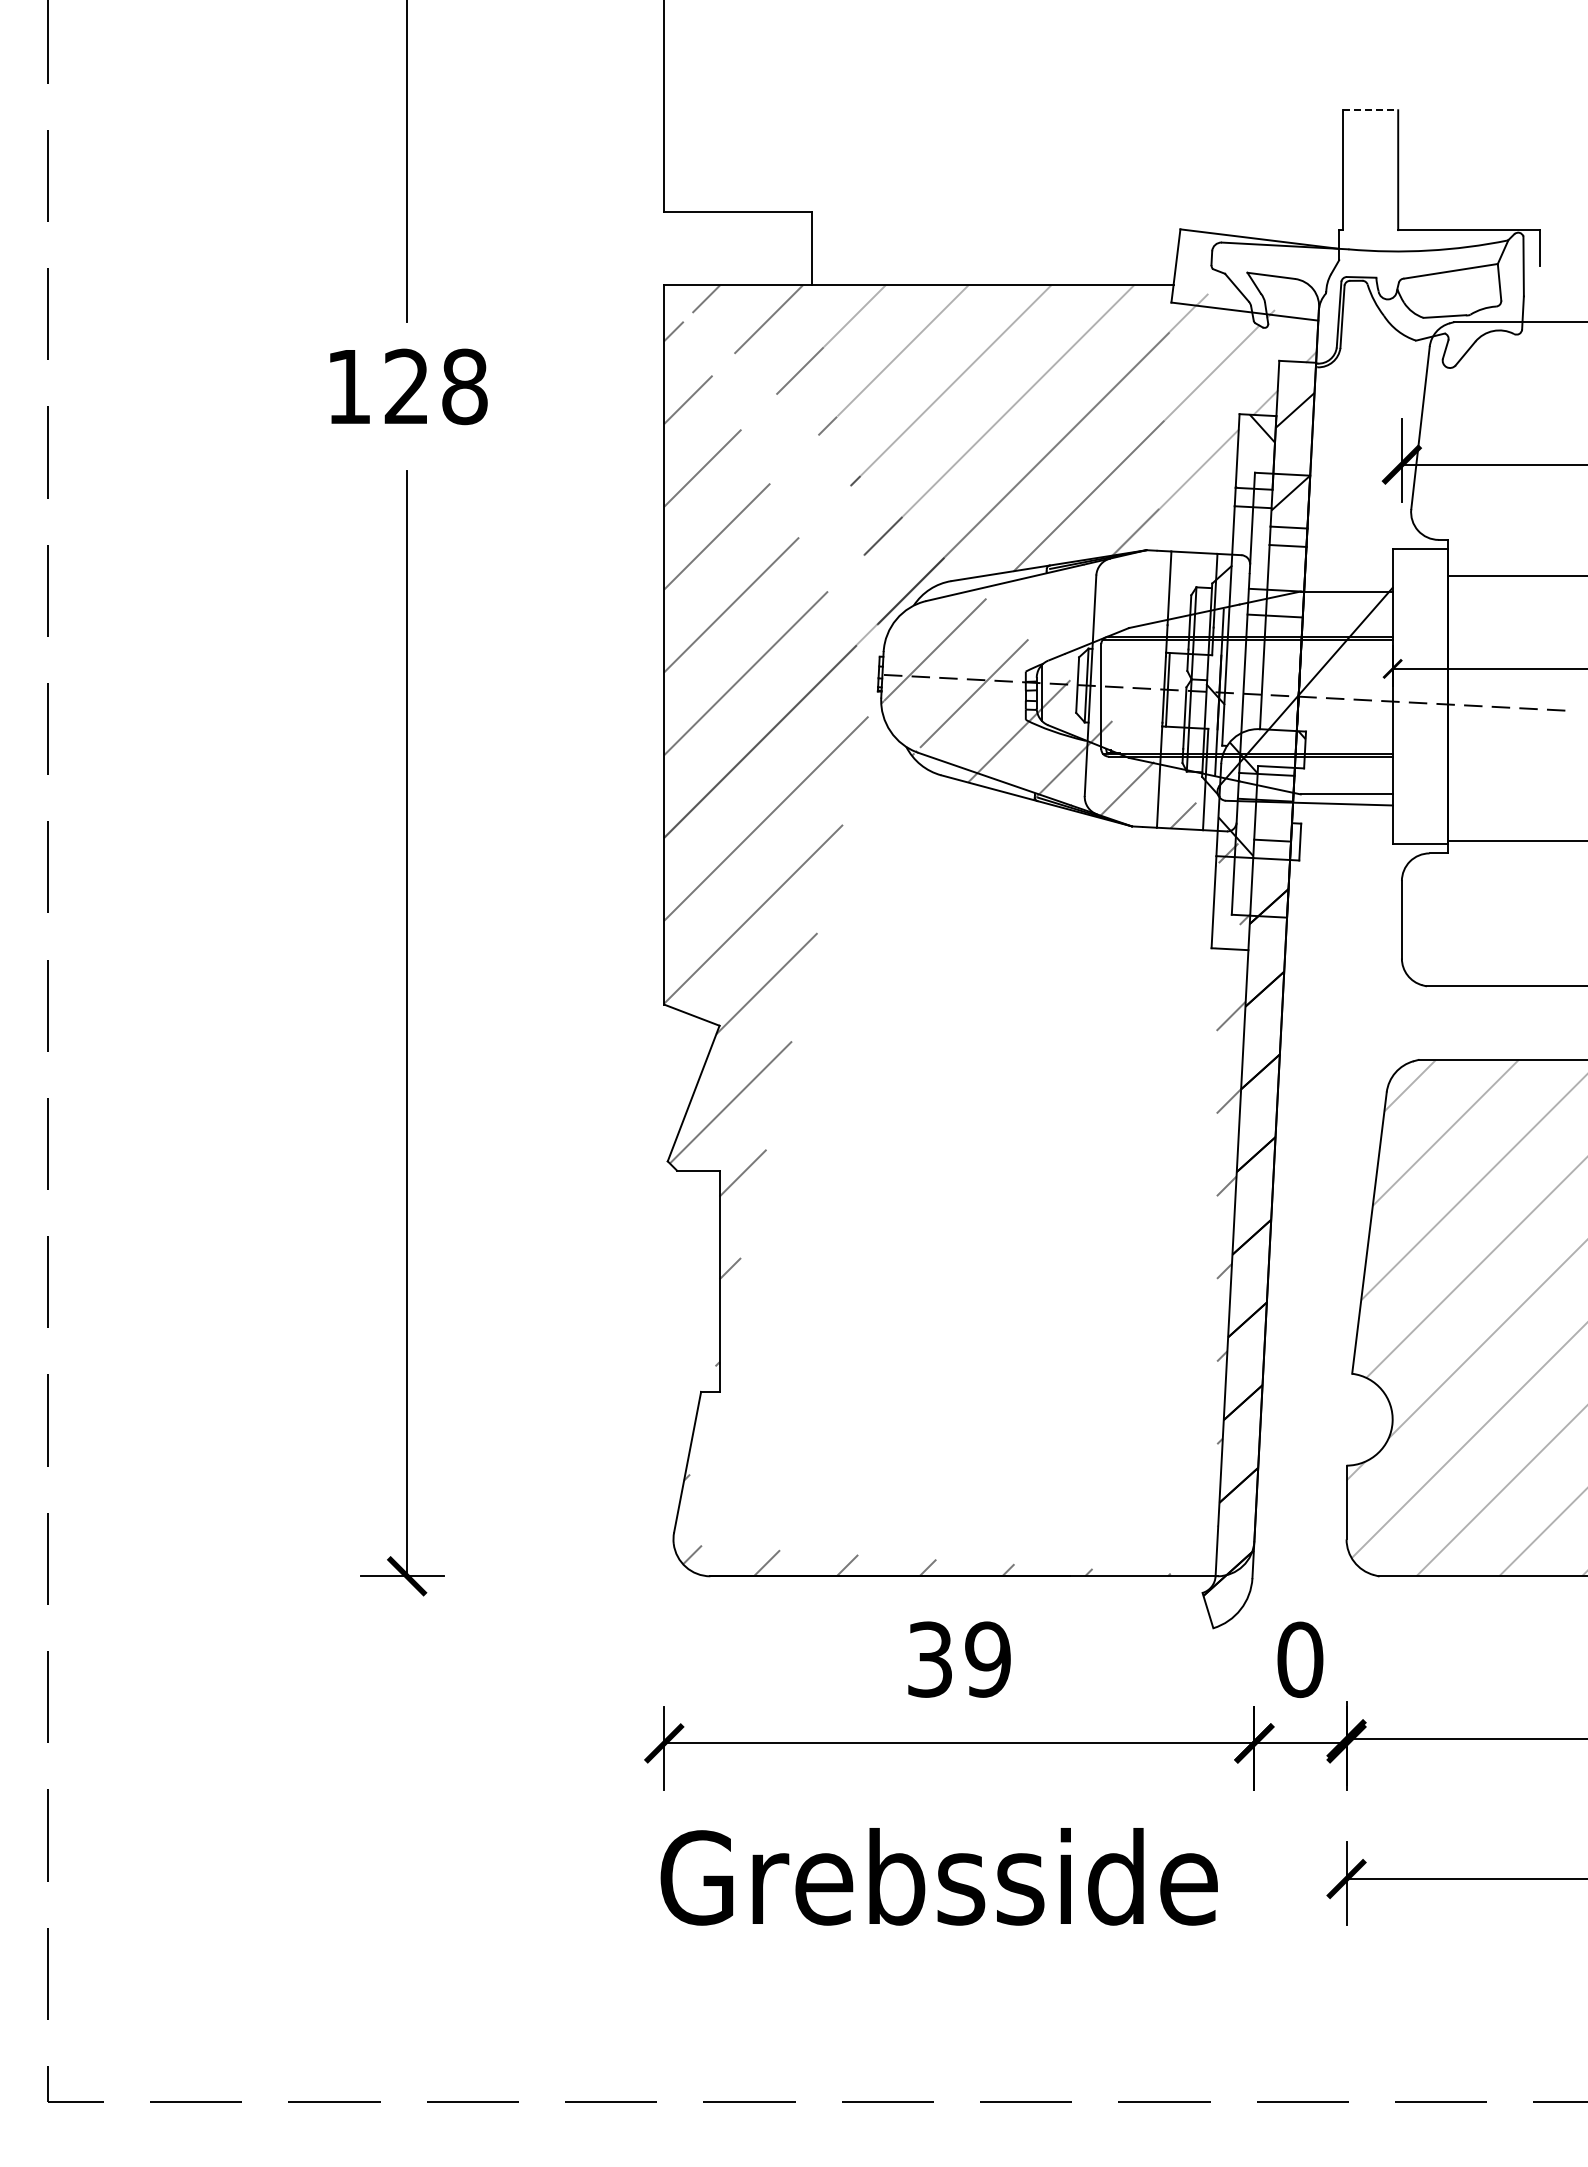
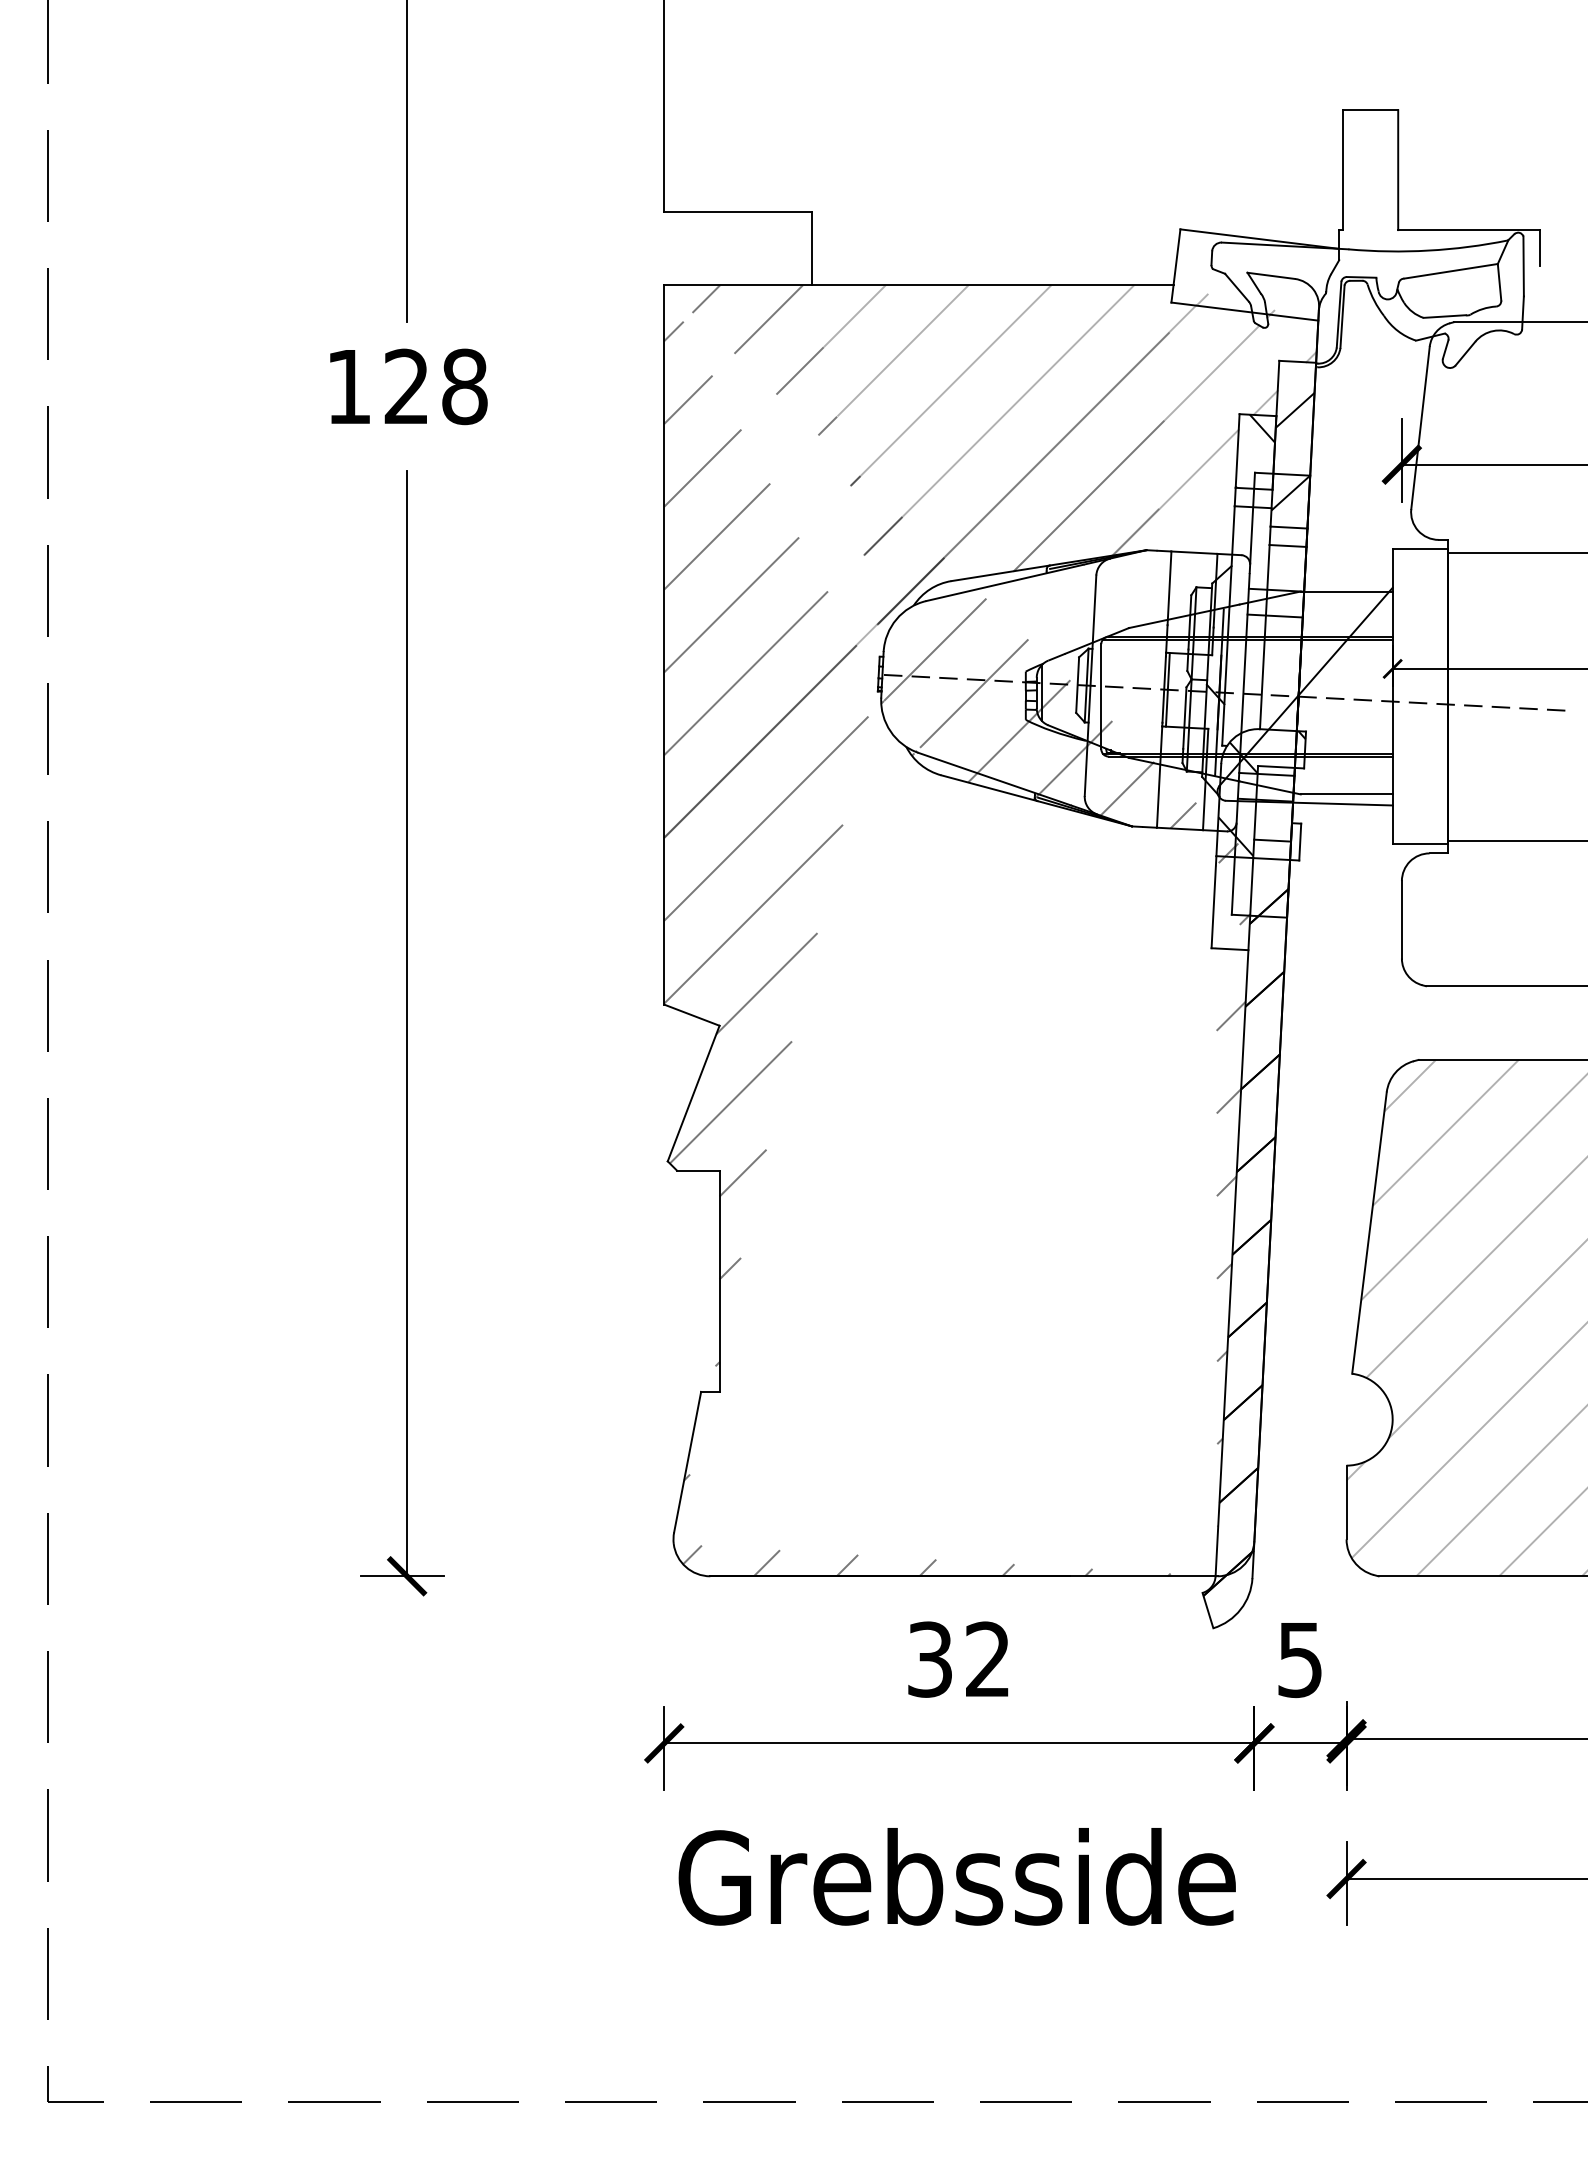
line at (1370, 110): dashed -> solid
line at (1515, 575) position: (1515, 575) -> (1515, 552)
text at (987, 1659): 39 -> 32
text at (1300, 1659): 0 -> 5
text at (938, 1876) position: (938, 1876) -> (956, 1876)
